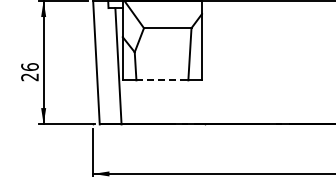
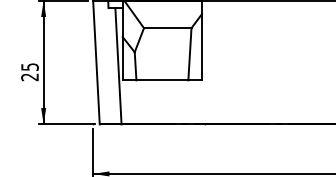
text at (29, 66): 26 -> 25
line at (162, 80): dashed -> solid
